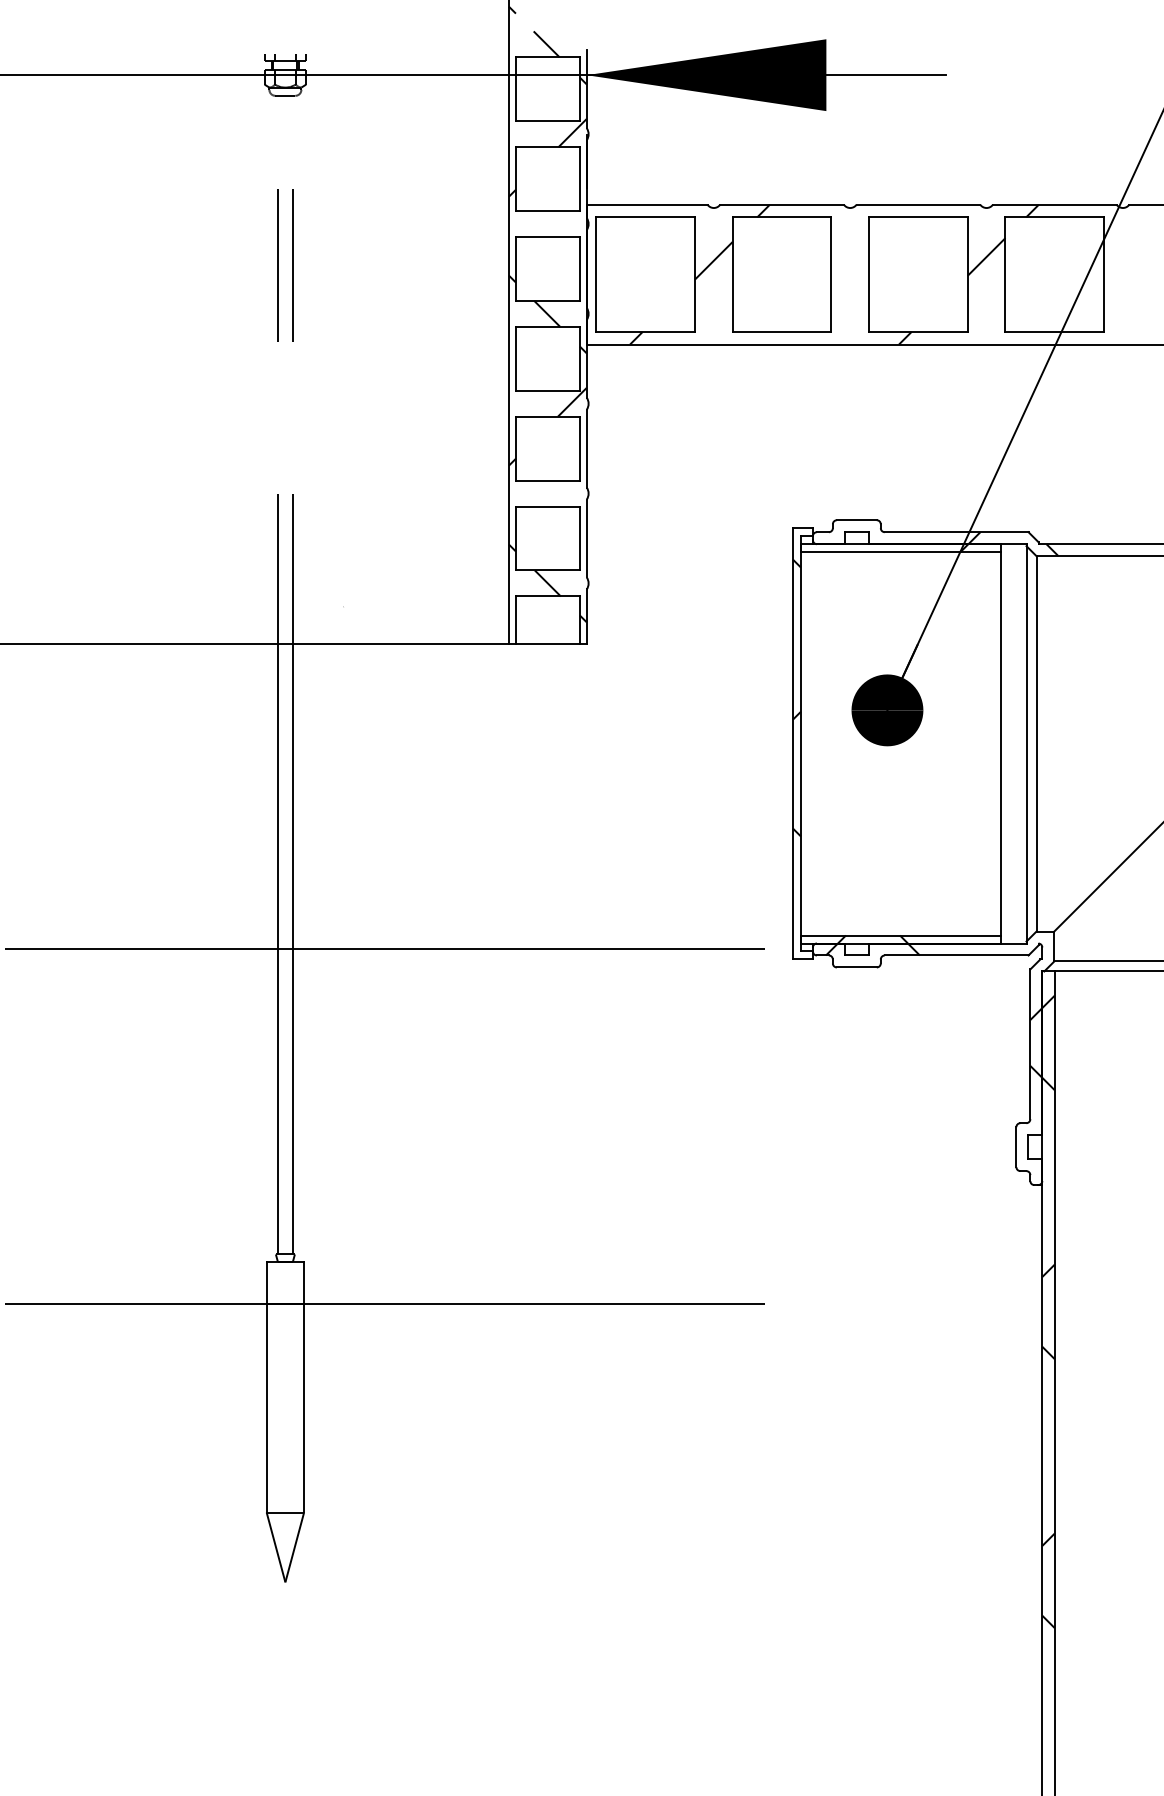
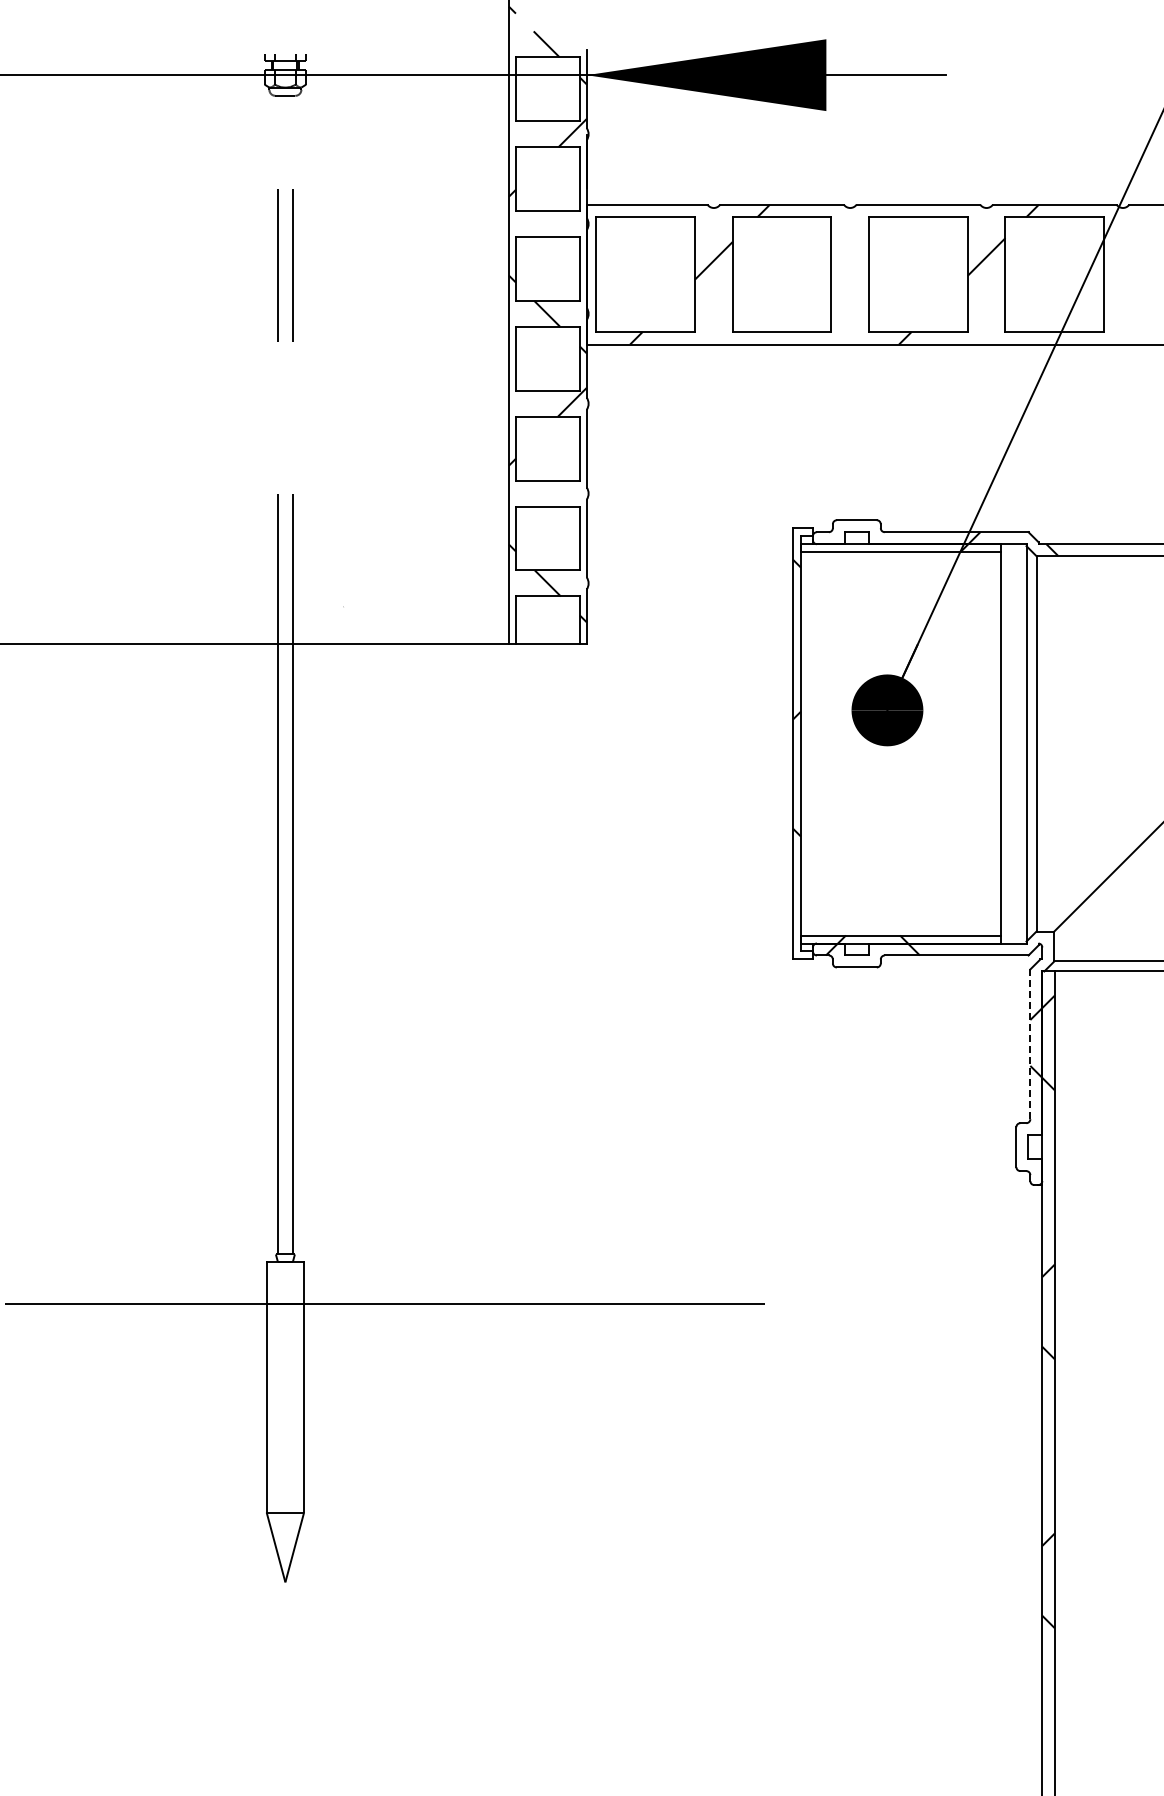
line at (383, 948): present -> none
line at (1030, 1044): solid -> dashed
